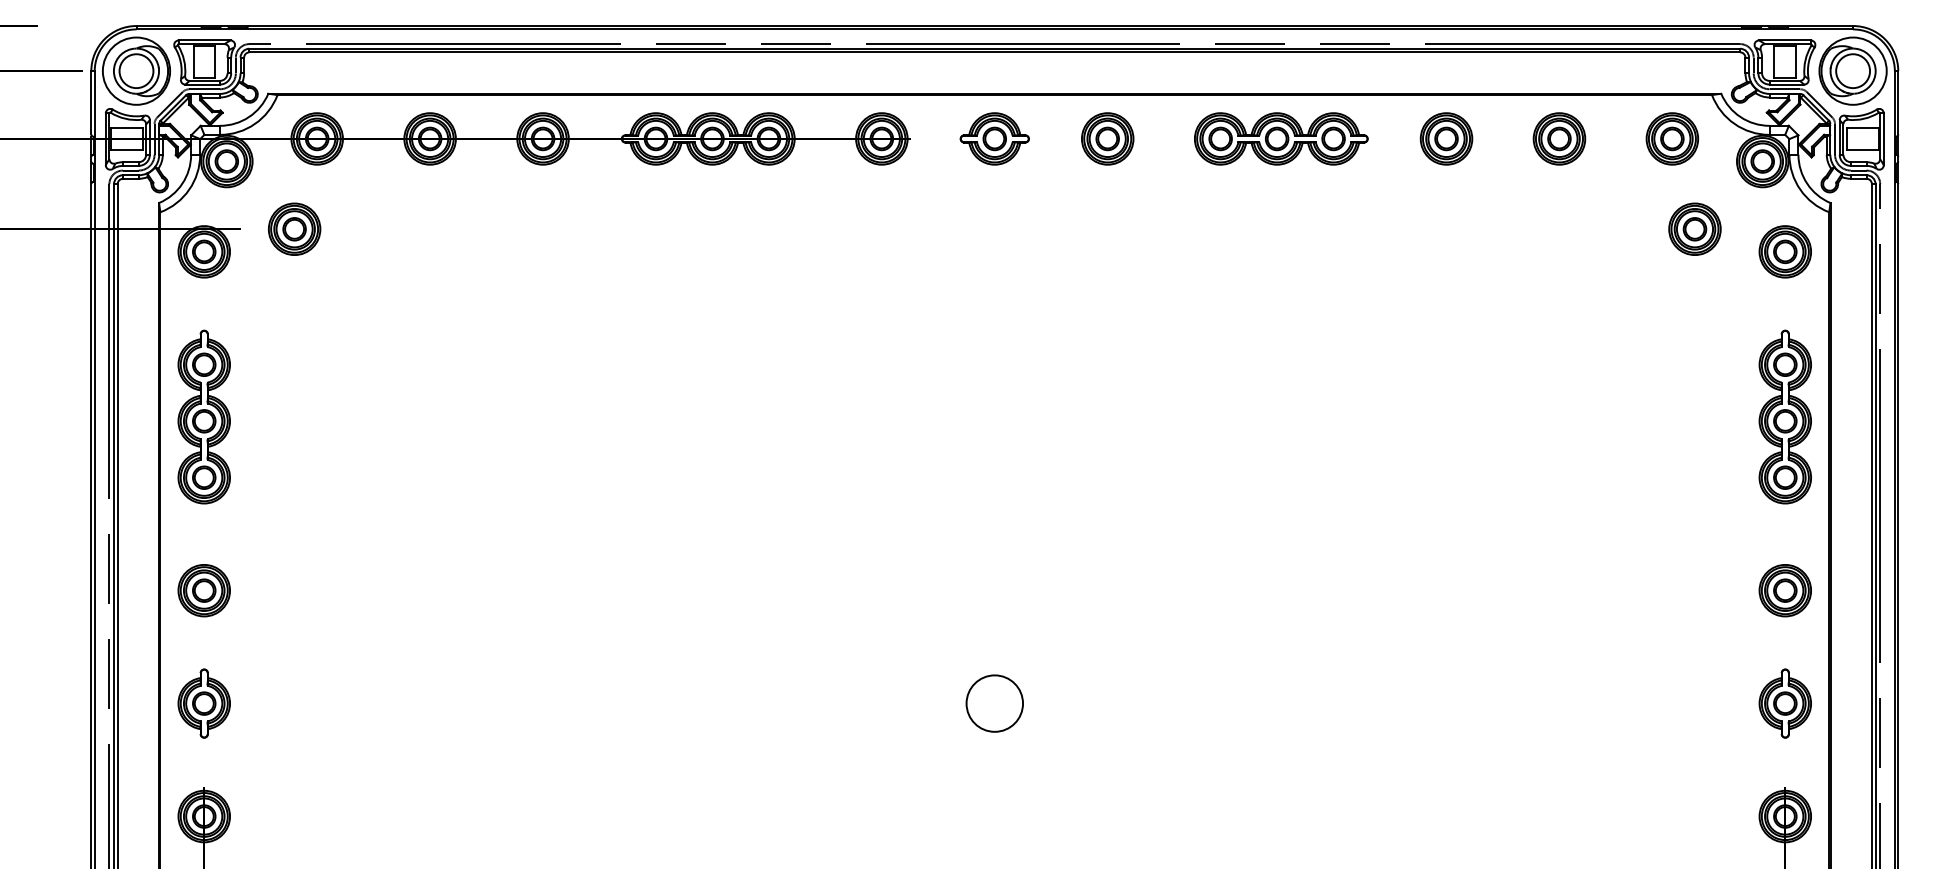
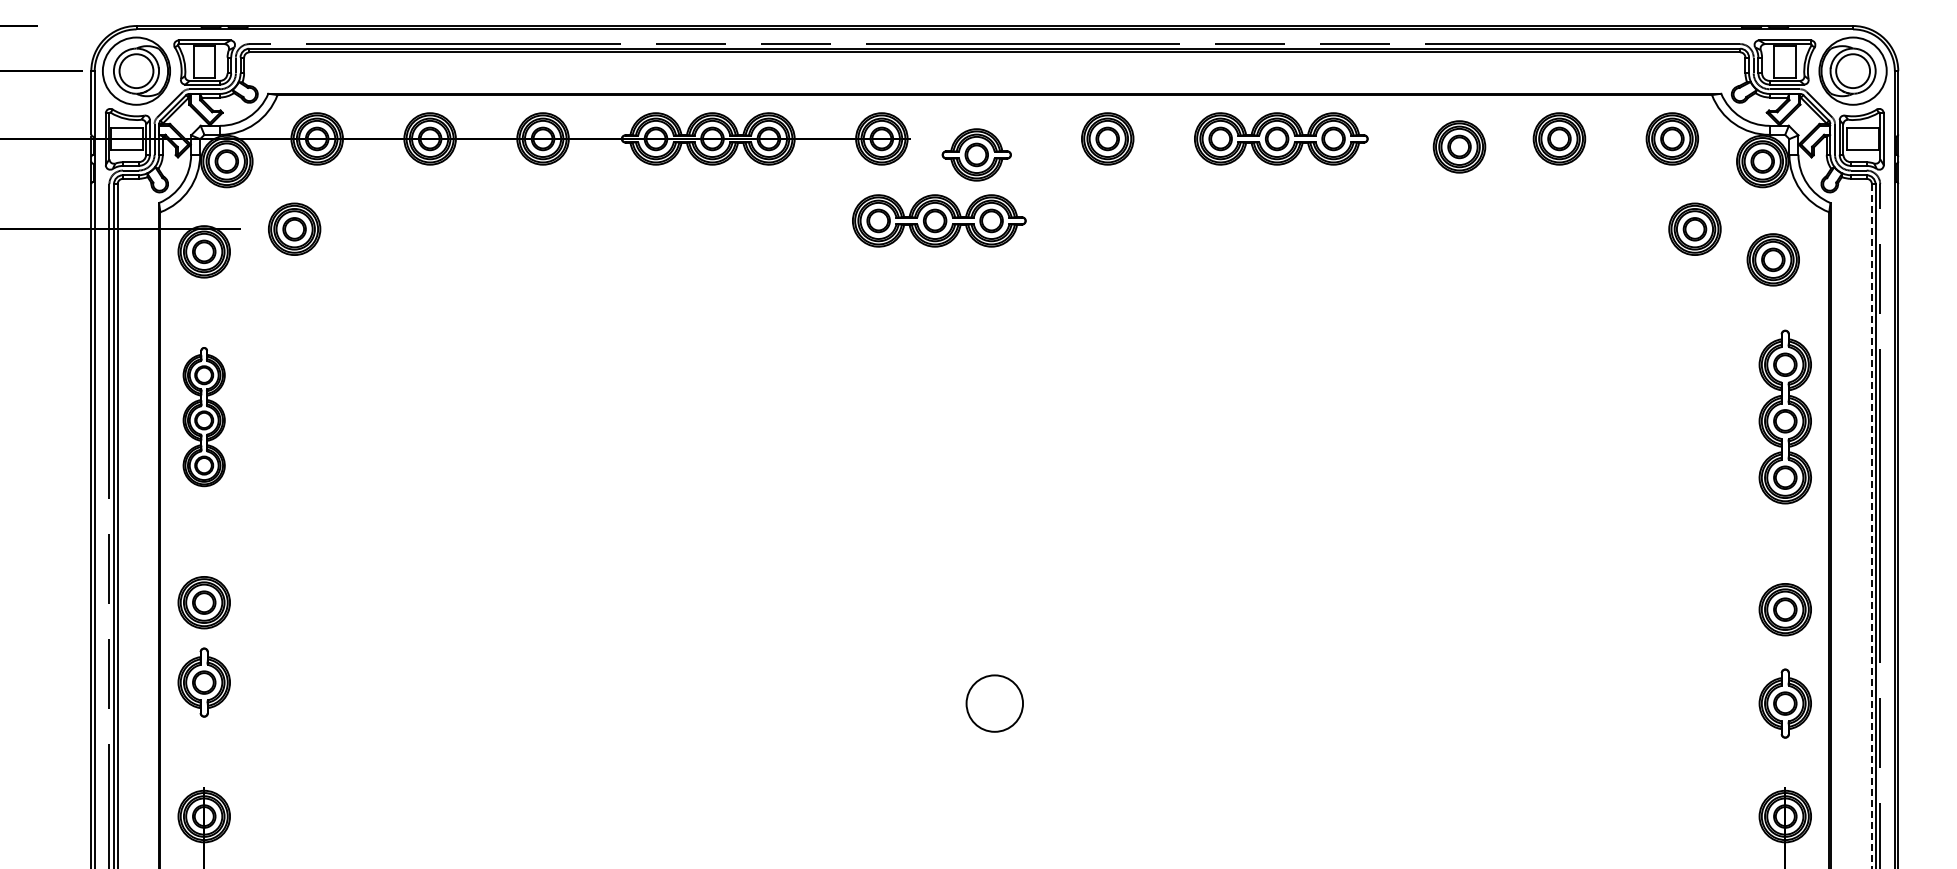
part at (994, 138) position: (994, 138) -> (976, 154)
part at (1446, 138) position: (1446, 138) -> (1459, 146)
part at (939, 220): none -> present
part at (1784, 251) position: (1784, 251) -> (1772, 259)
part at (203, 416) size: 54x176 px -> 44x141 px
line at (1871, 526): solid -> dashed
part at (203, 590) position: (203, 590) -> (203, 602)
part at (1784, 590) position: (1784, 590) -> (1784, 609)
part at (203, 703) position: (203, 703) -> (203, 682)
